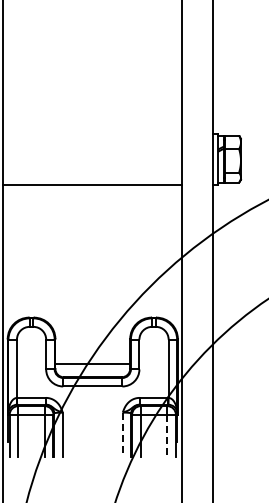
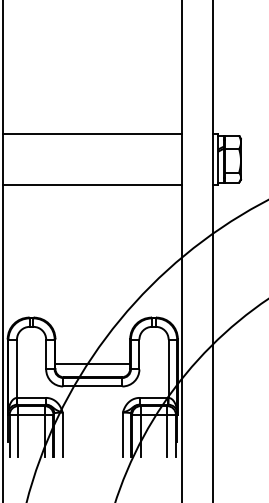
line at (92, 133): none -> present
line at (122, 434): dashed -> solid
line at (167, 435): dashed -> solid
